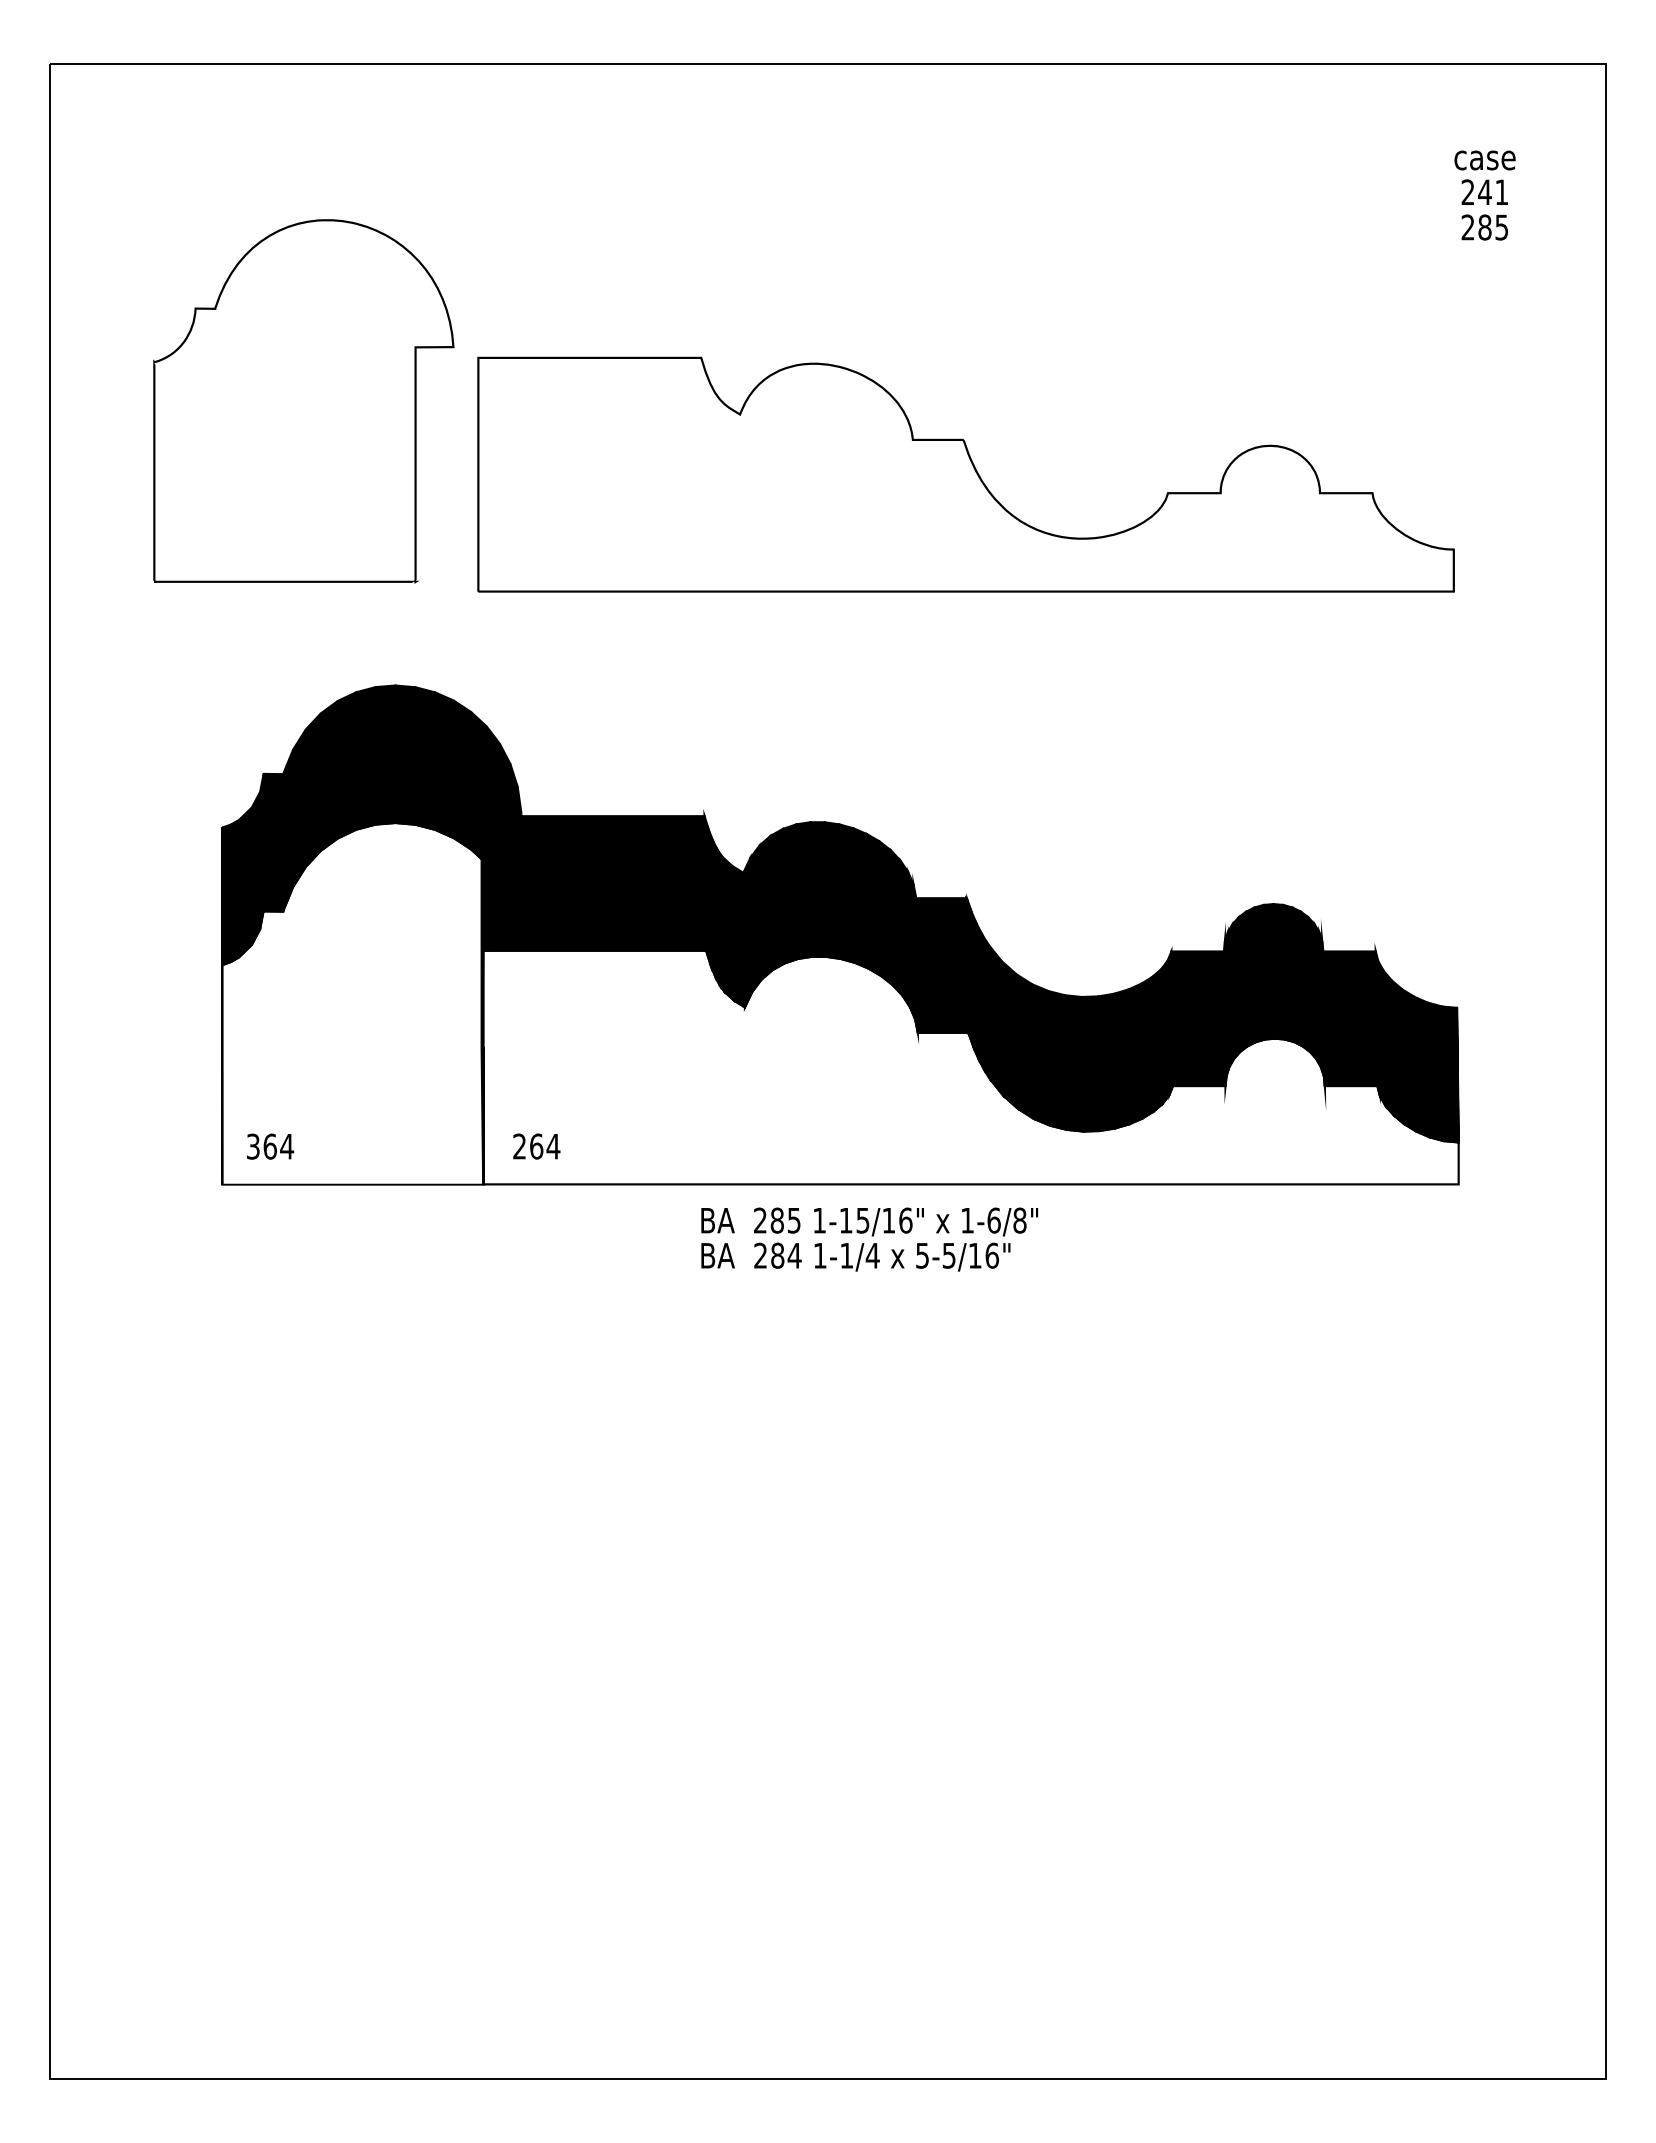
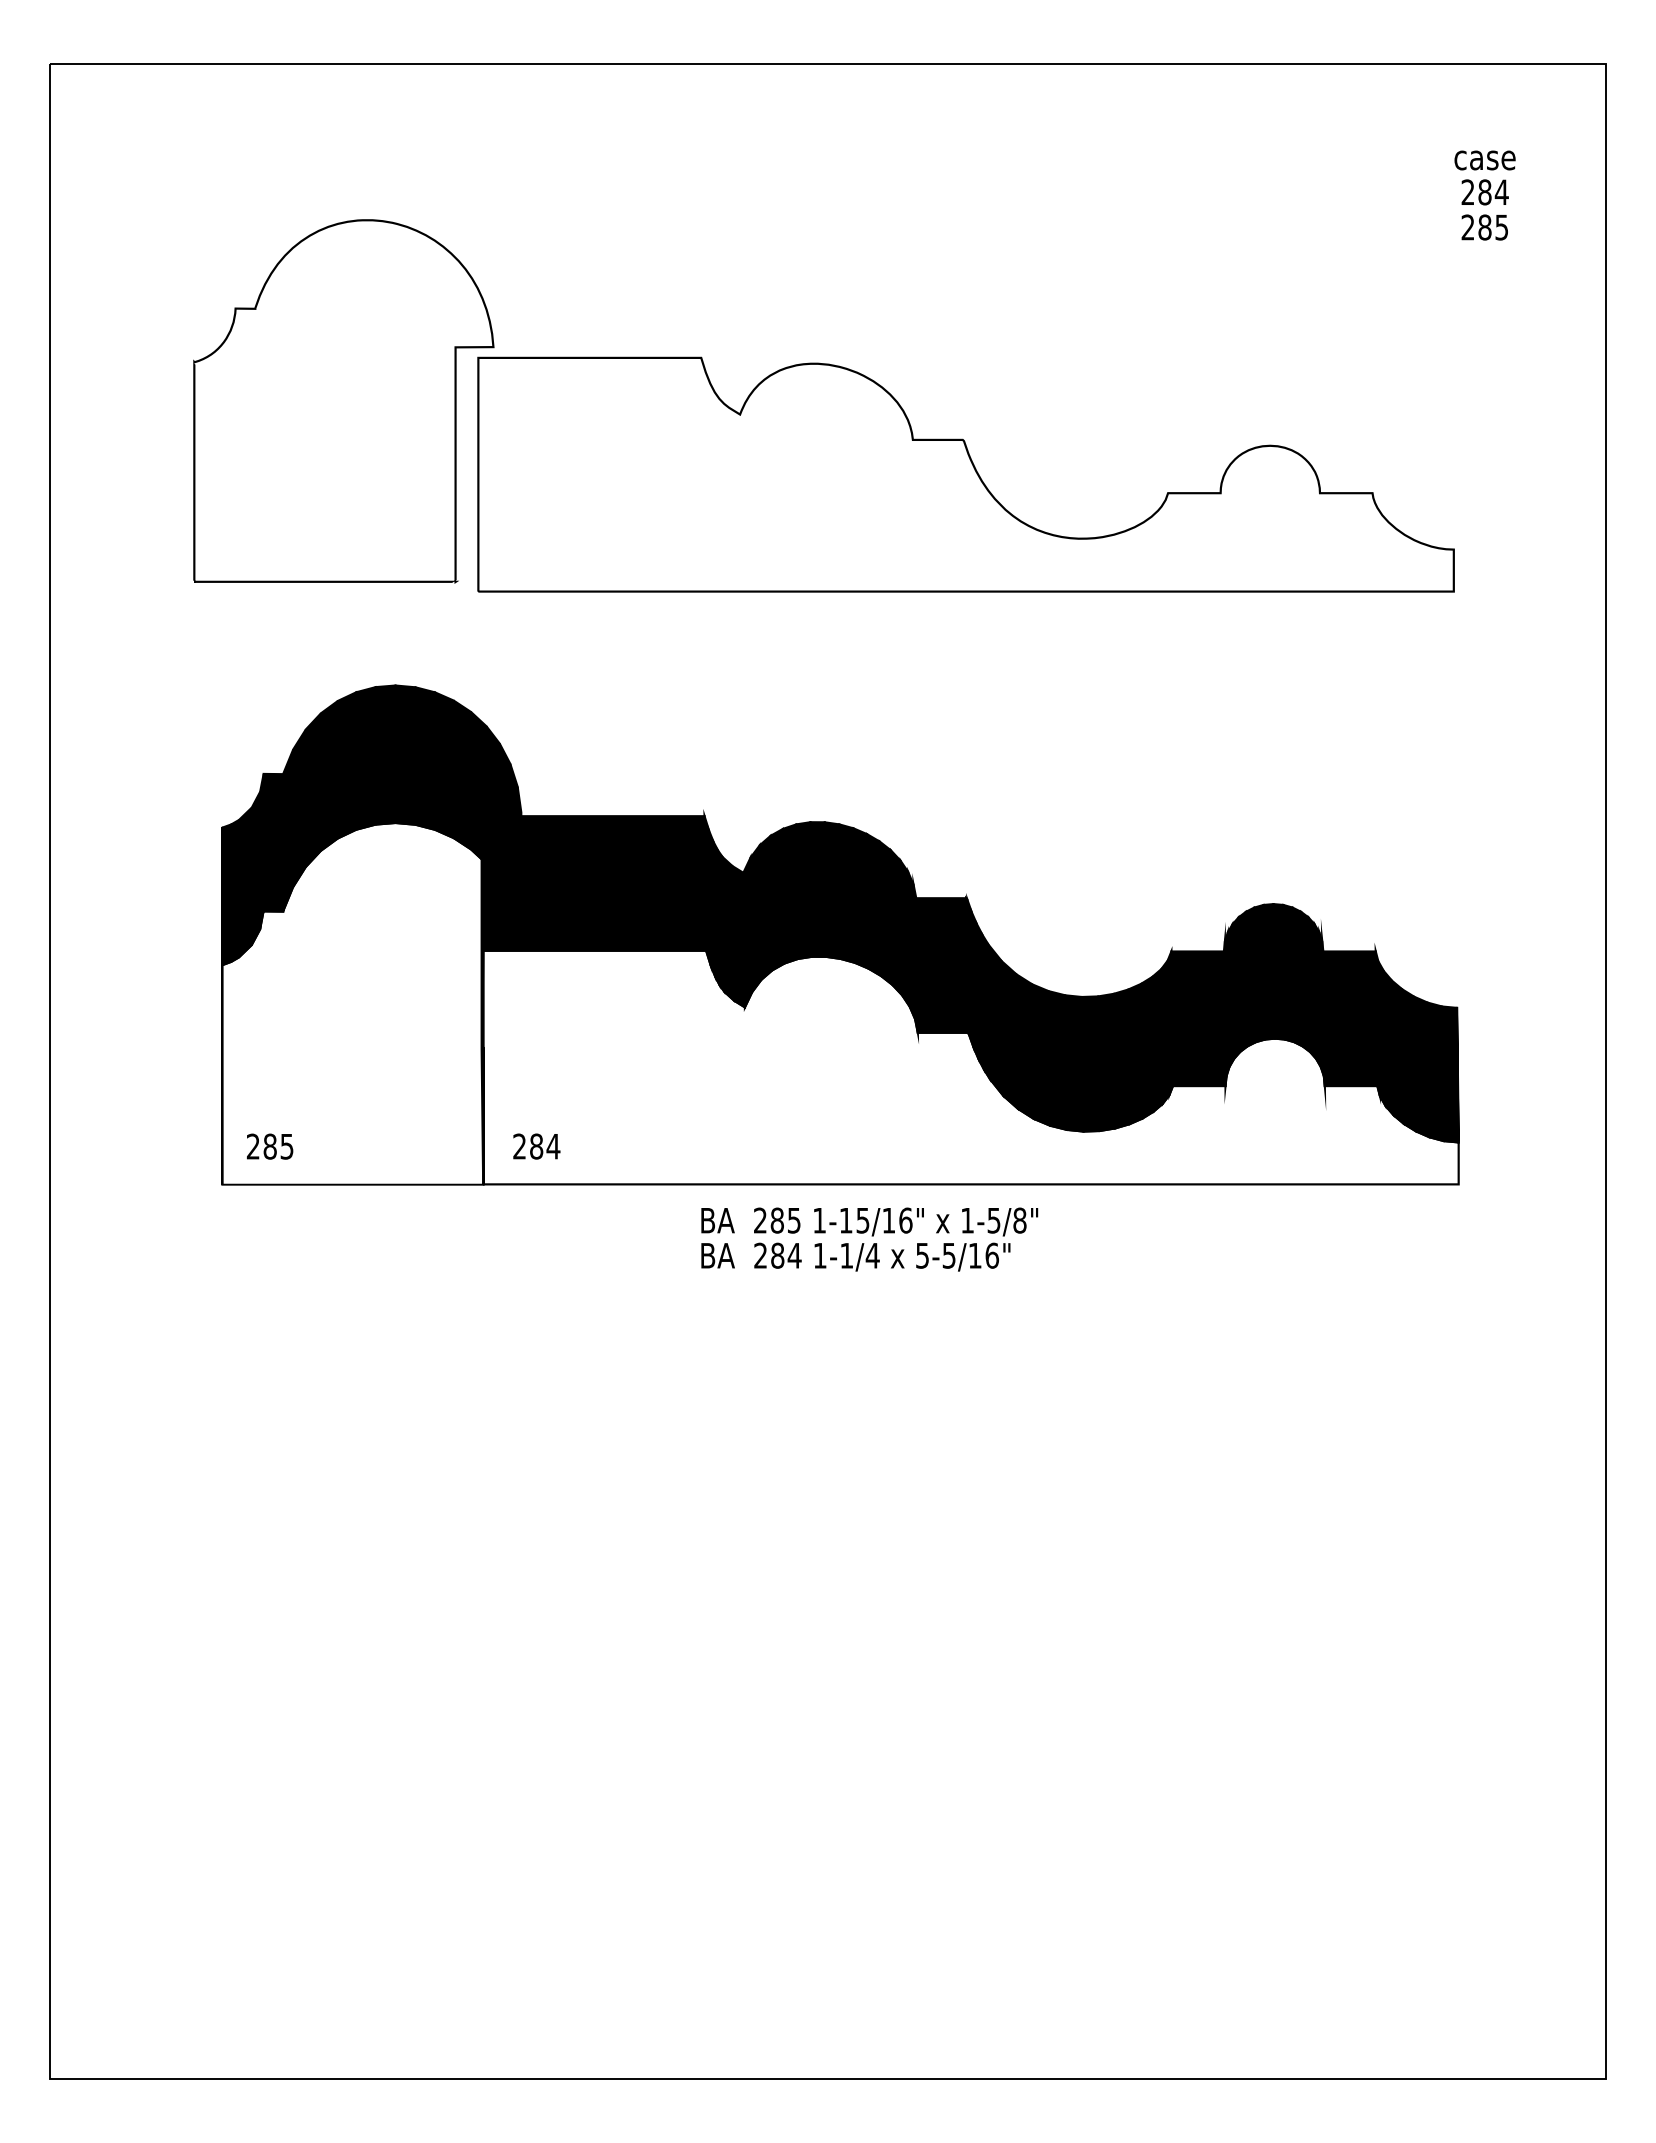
text at (1493, 192): 241 -> 284
part at (303, 401) position: (303, 401) -> (343, 401)
text at (270, 1146): 364 -> 285
text at (536, 1146): 264 -> 284
text at (993, 1220): 1-6/8" -> 1-5/8"
